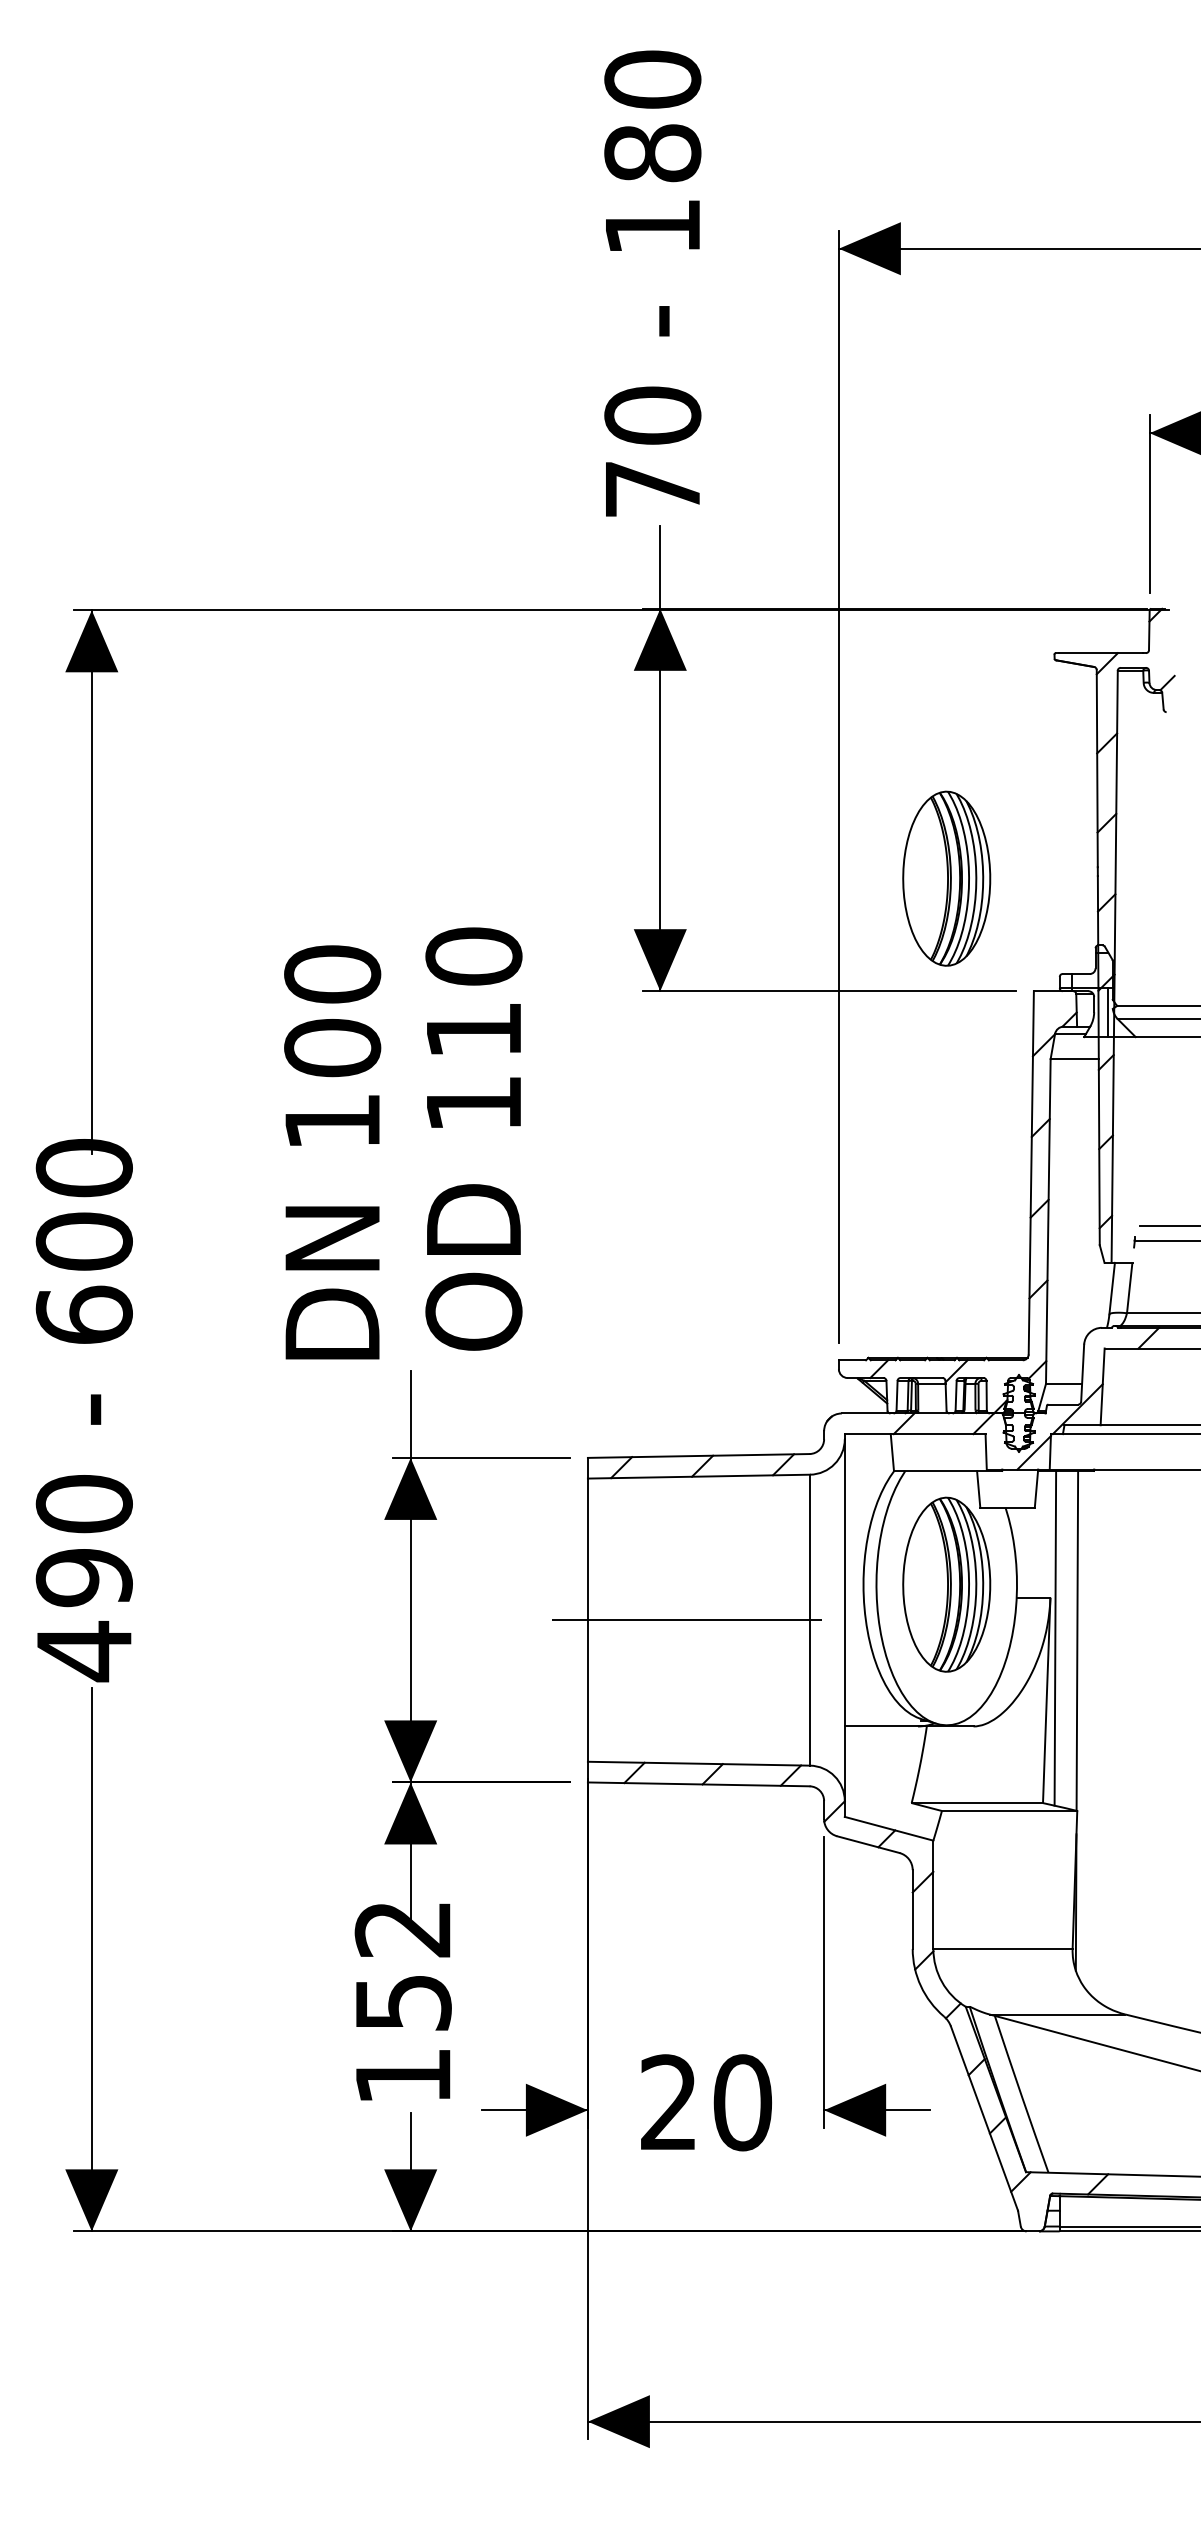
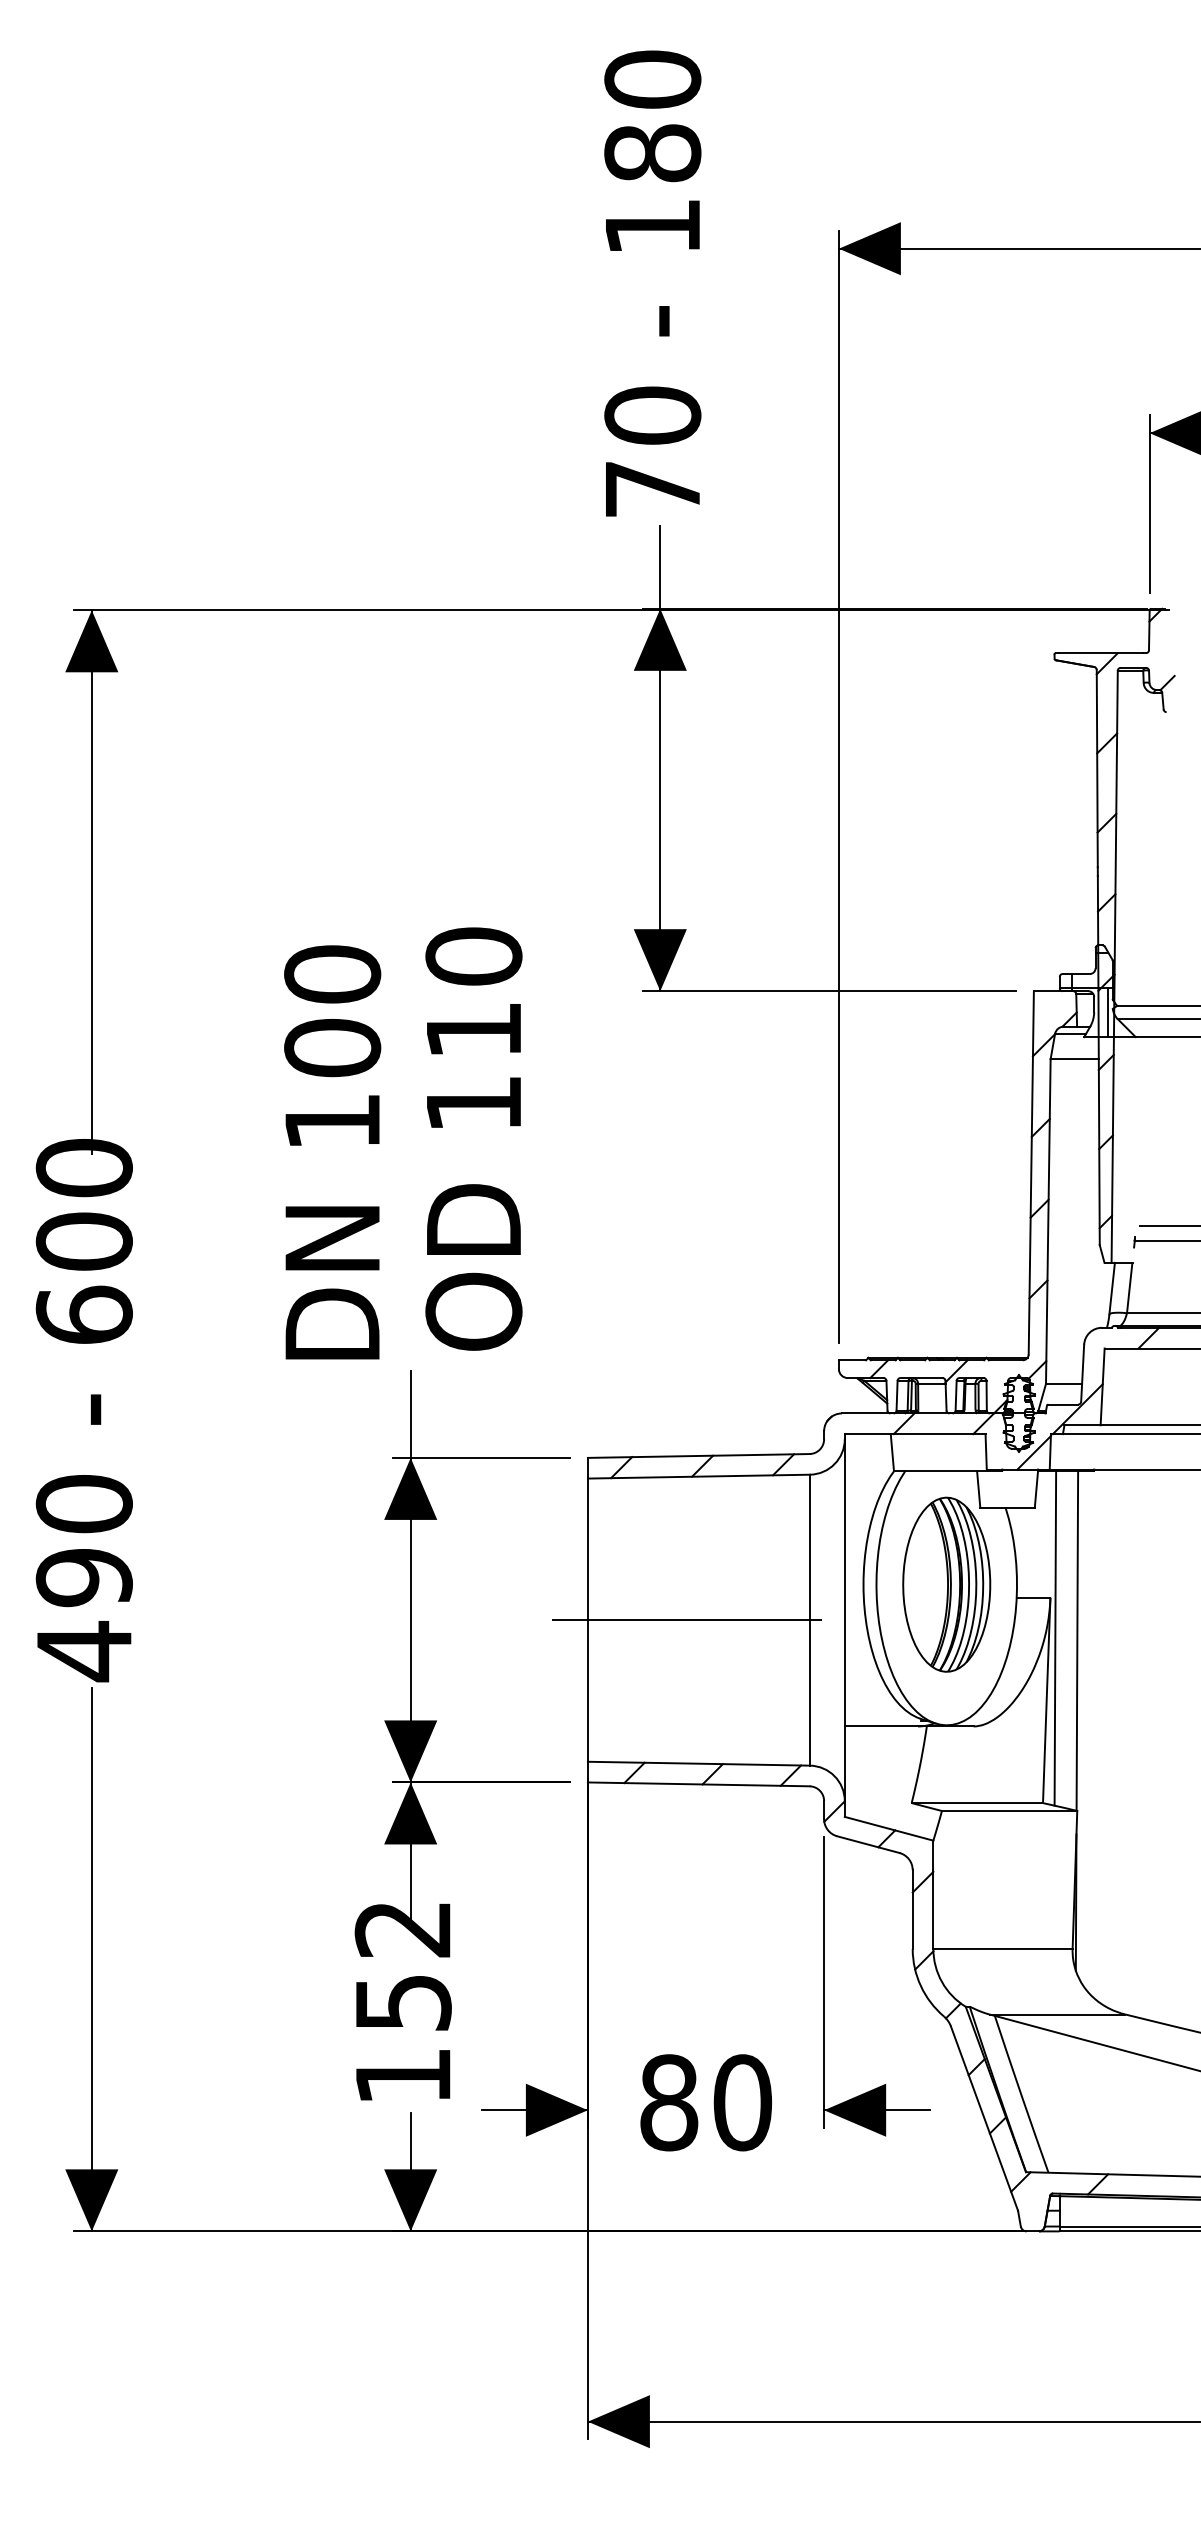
part at (946, 878): present -> none
text at (669, 2102): 20 -> 80
